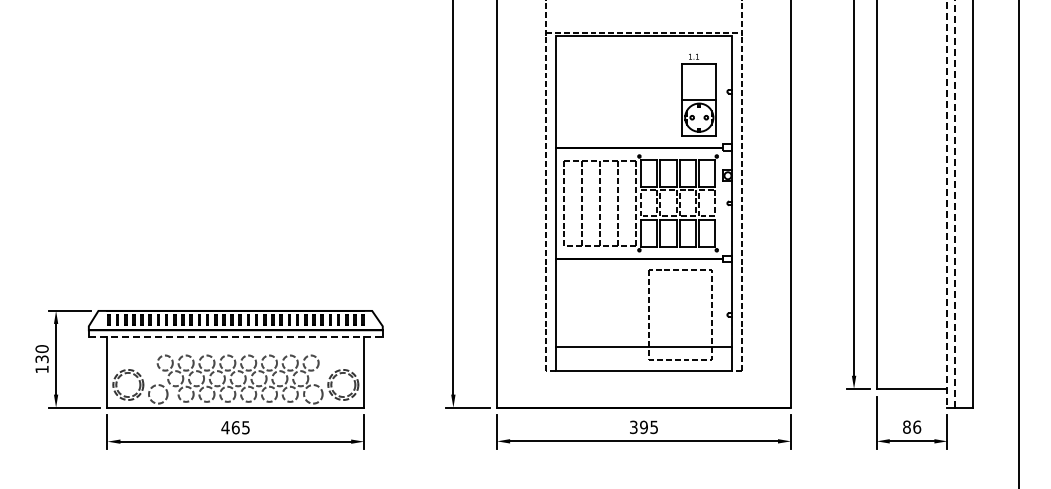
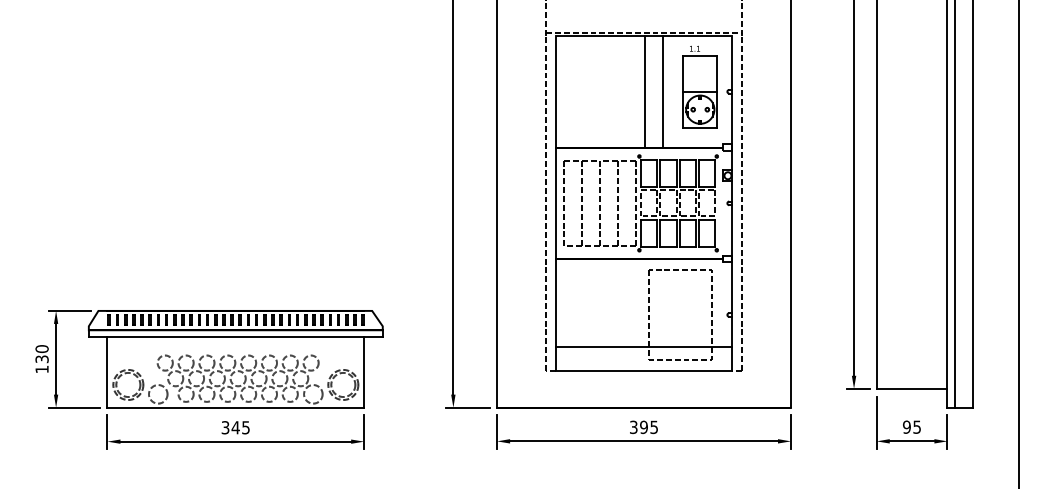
line at (644, 91): none -> present
line at (662, 91): none -> present
part at (698, 94) position: (698, 94) -> (699, 86)
line at (954, 203): dashed -> solid
line at (947, 204): dashed -> solid
line at (235, 336): dashed -> solid
text at (912, 426): 86 -> 95
text at (230, 427): 465 -> 345
